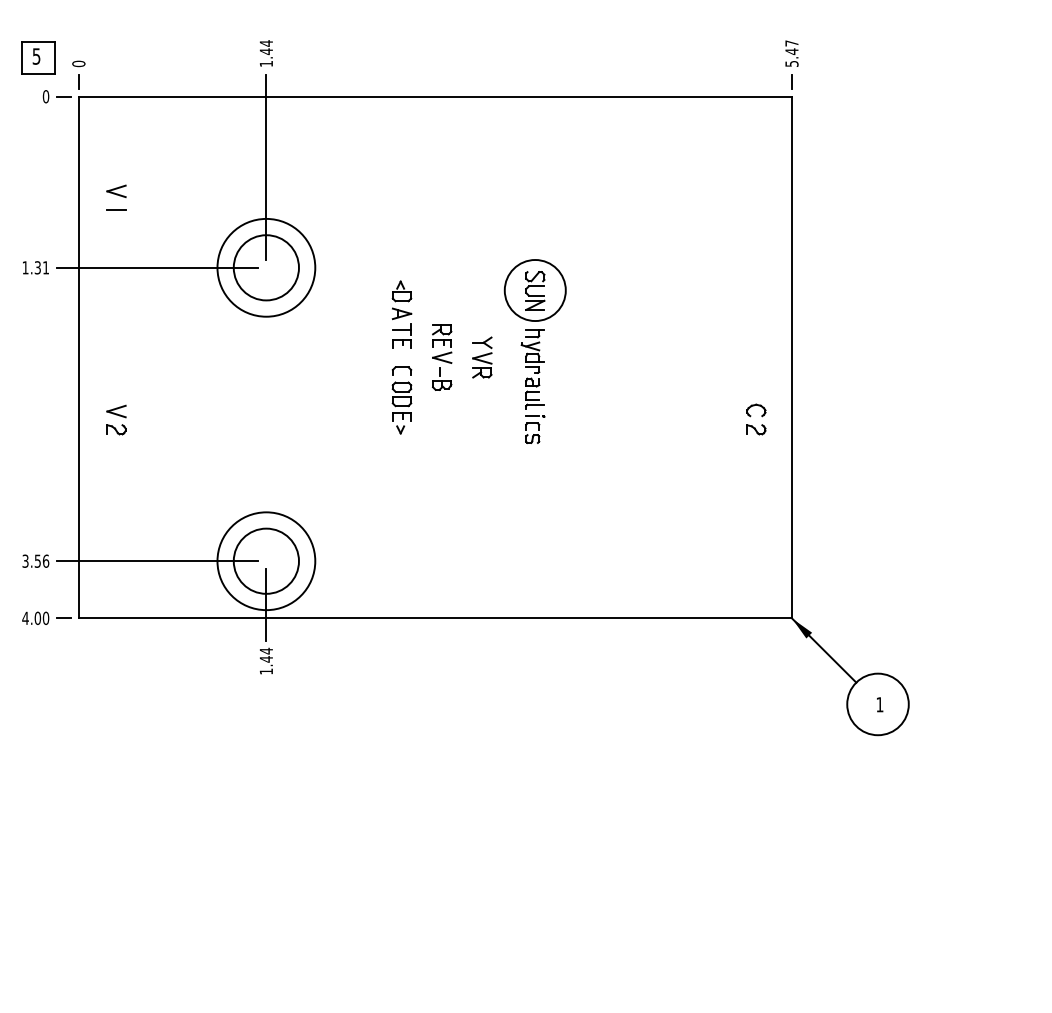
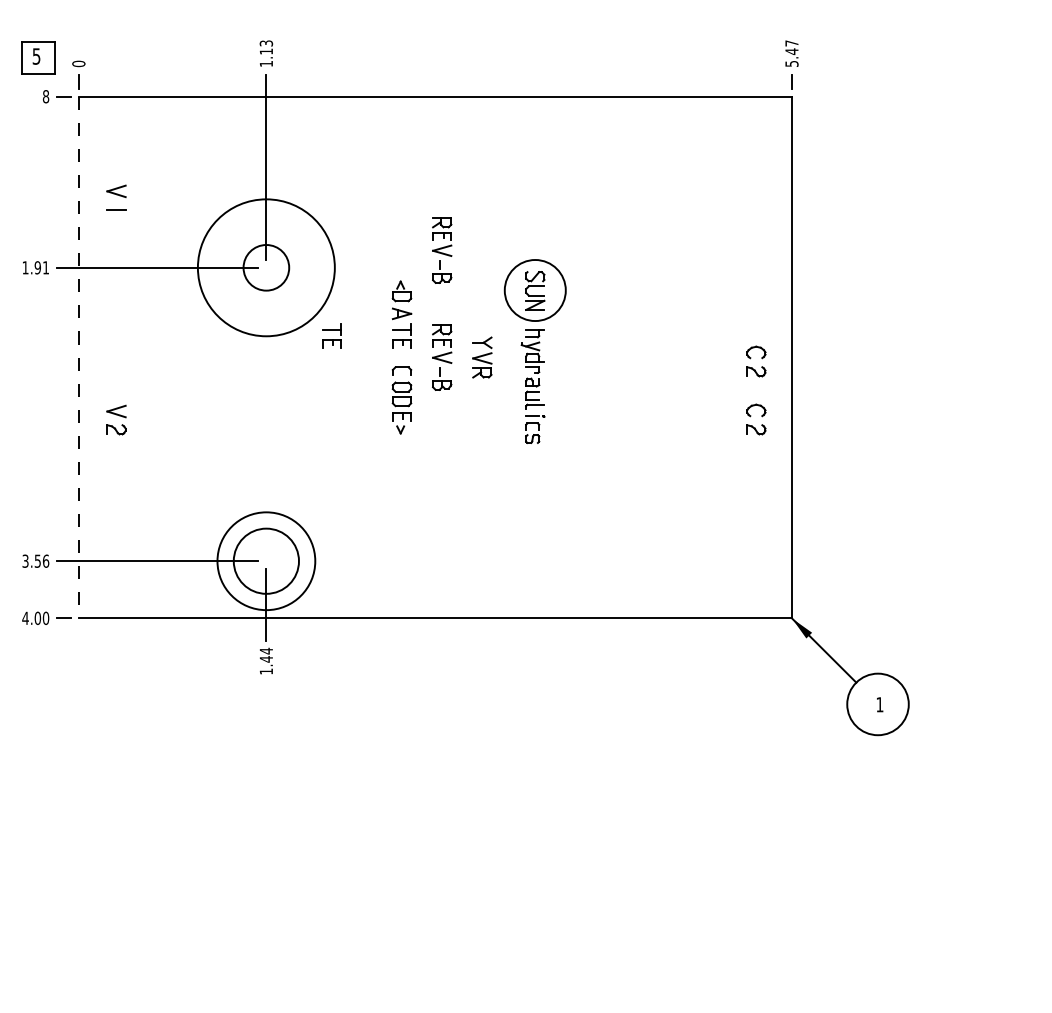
text at (266, 47): 1.44 -> 1.13
text at (45, 96): 0 -> 8
part at (442, 250): none -> present
text at (37, 267): 1.31 -> 1.91
circle at (266, 267) diameter: 65 px -> 46 px
circle at (266, 267) diameter: 98 px -> 137 px
part at (331, 335): none -> present
line at (78, 357): solid -> dashed
part at (756, 361): none -> present
